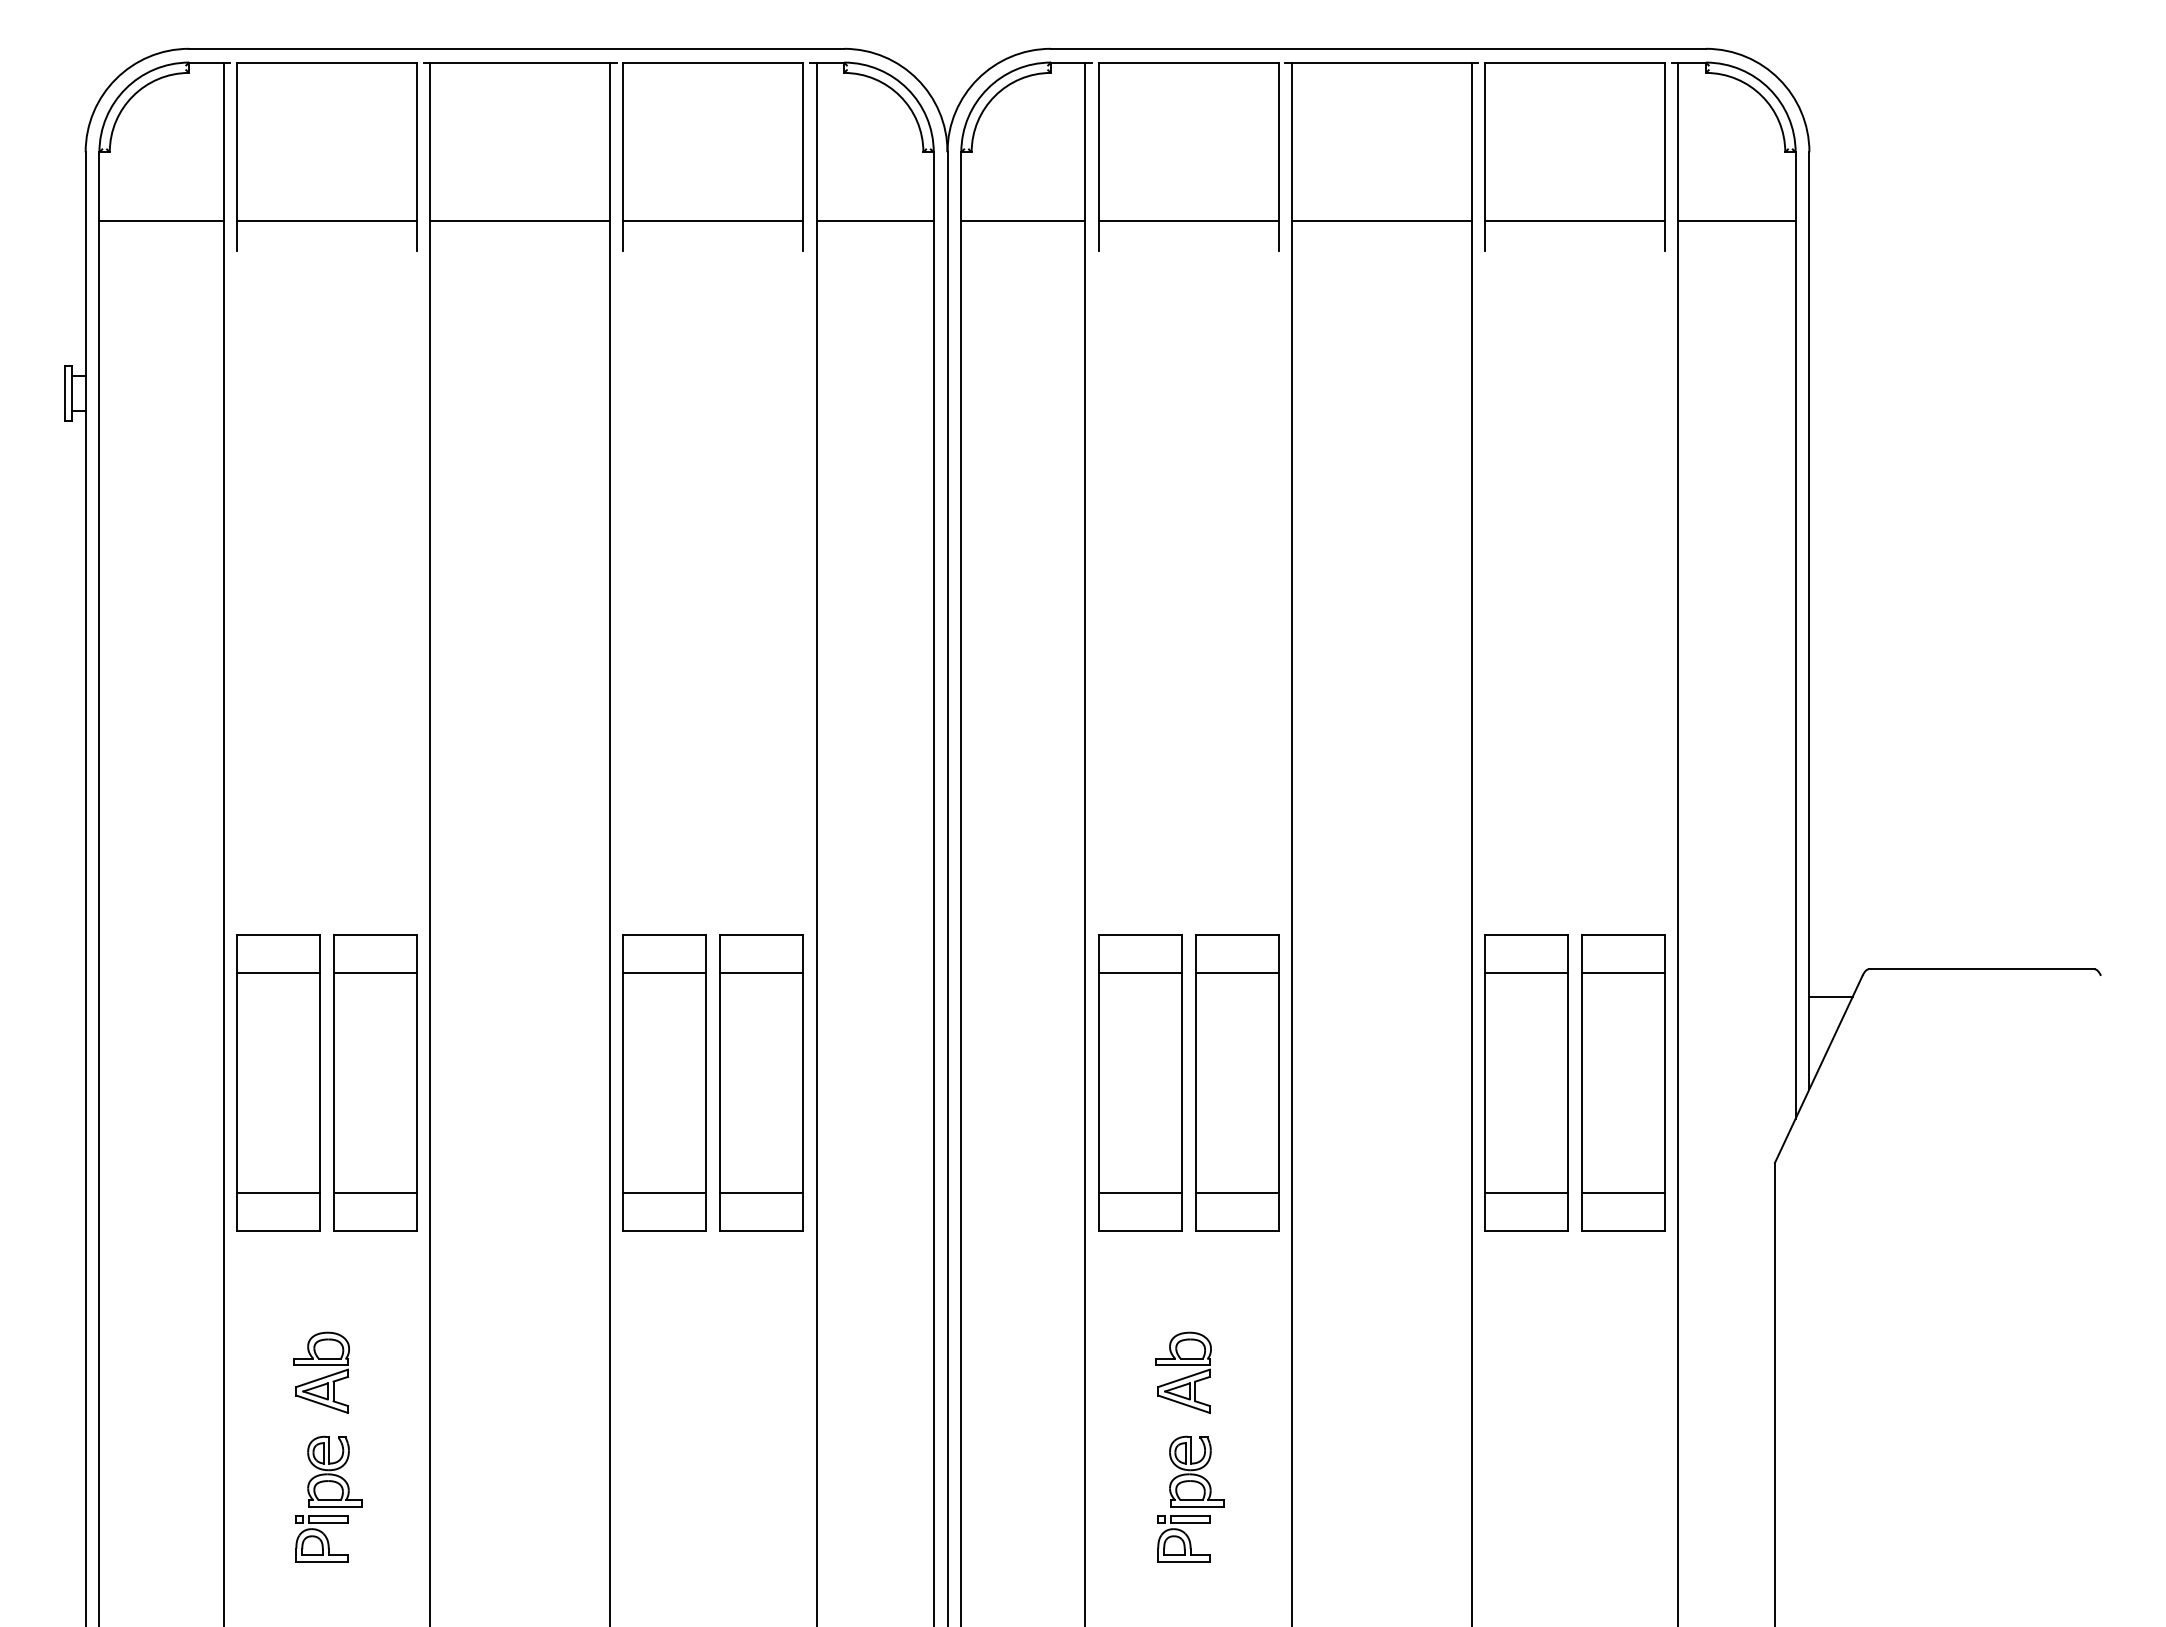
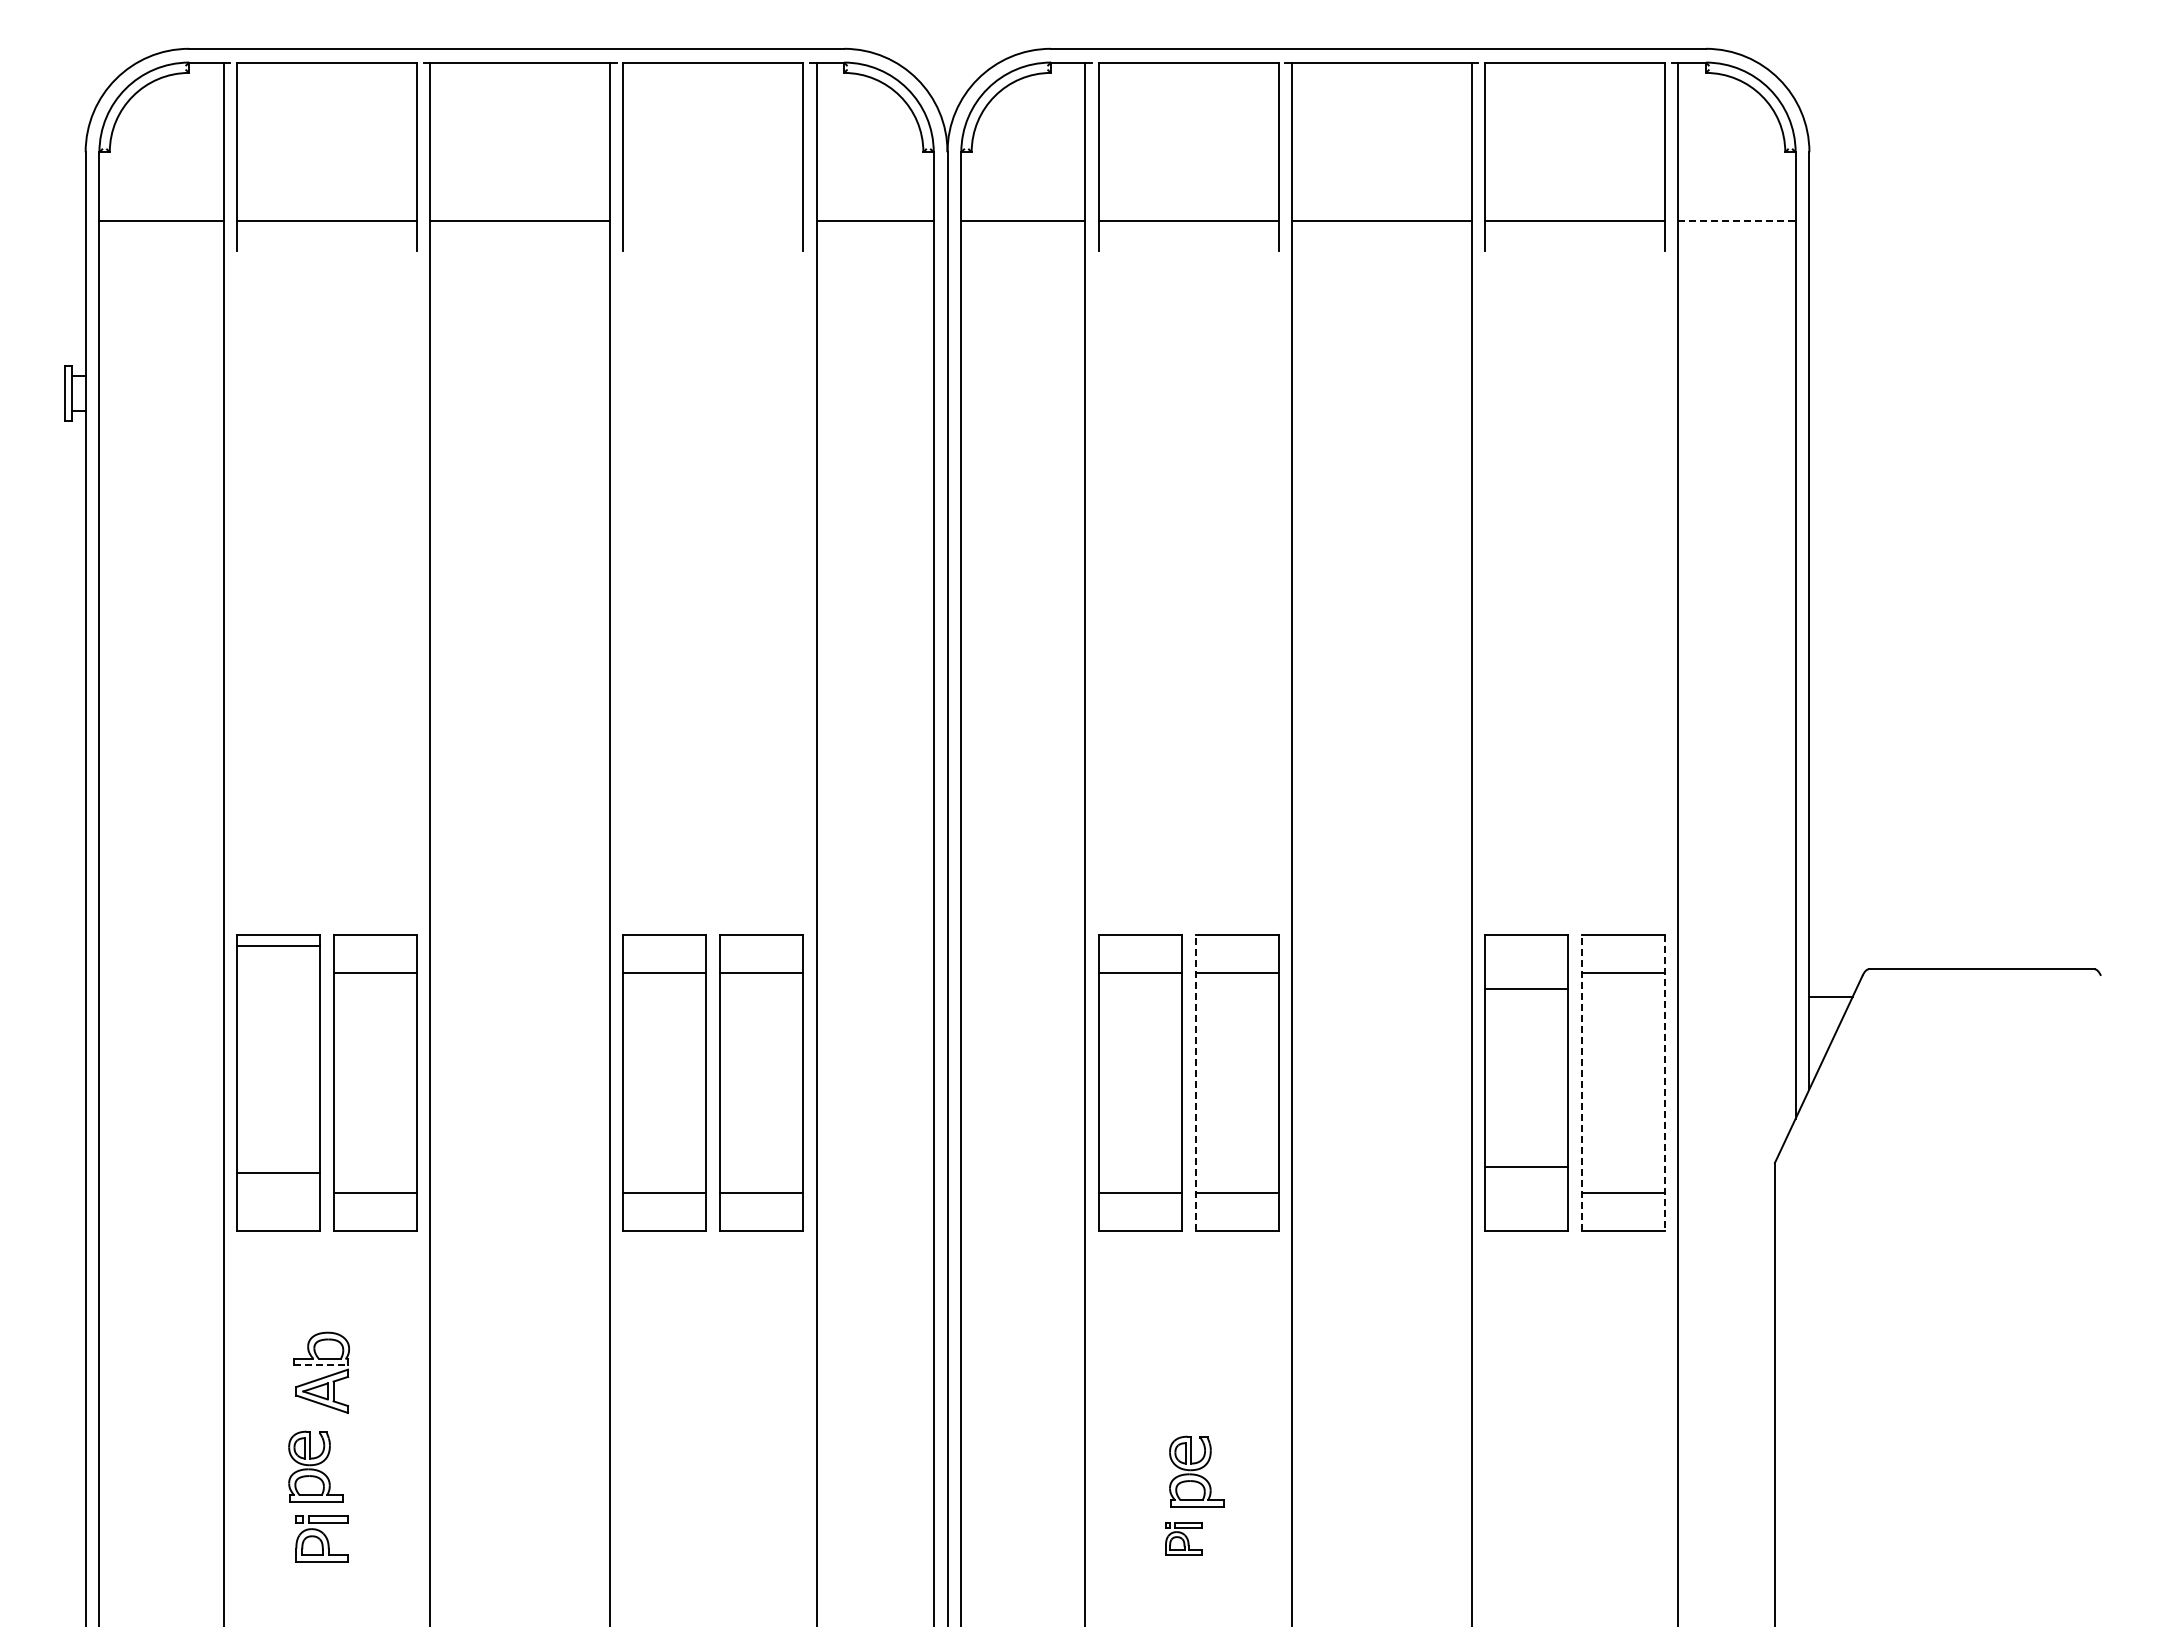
line at (712, 221): present -> none
line at (1737, 221): solid -> dashed
line at (278, 972) position: (278, 972) -> (278, 945)
line at (1526, 972) position: (1526, 972) -> (1526, 988)
line at (1195, 1083): solid -> dashed
line at (1581, 1083): solid -> dashed
line at (1664, 1083): solid -> dashed
line at (278, 1193) position: (278, 1193) -> (278, 1173)
line at (1526, 1193) position: (1526, 1193) -> (1526, 1167)
line at (321, 1365): solid -> dashed
part at (1183, 1372): present -> none
part at (334, 1471) position: (334, 1471) -> (315, 1466)
part at (1183, 1538) size: 54x48 px -> 38x34 px
